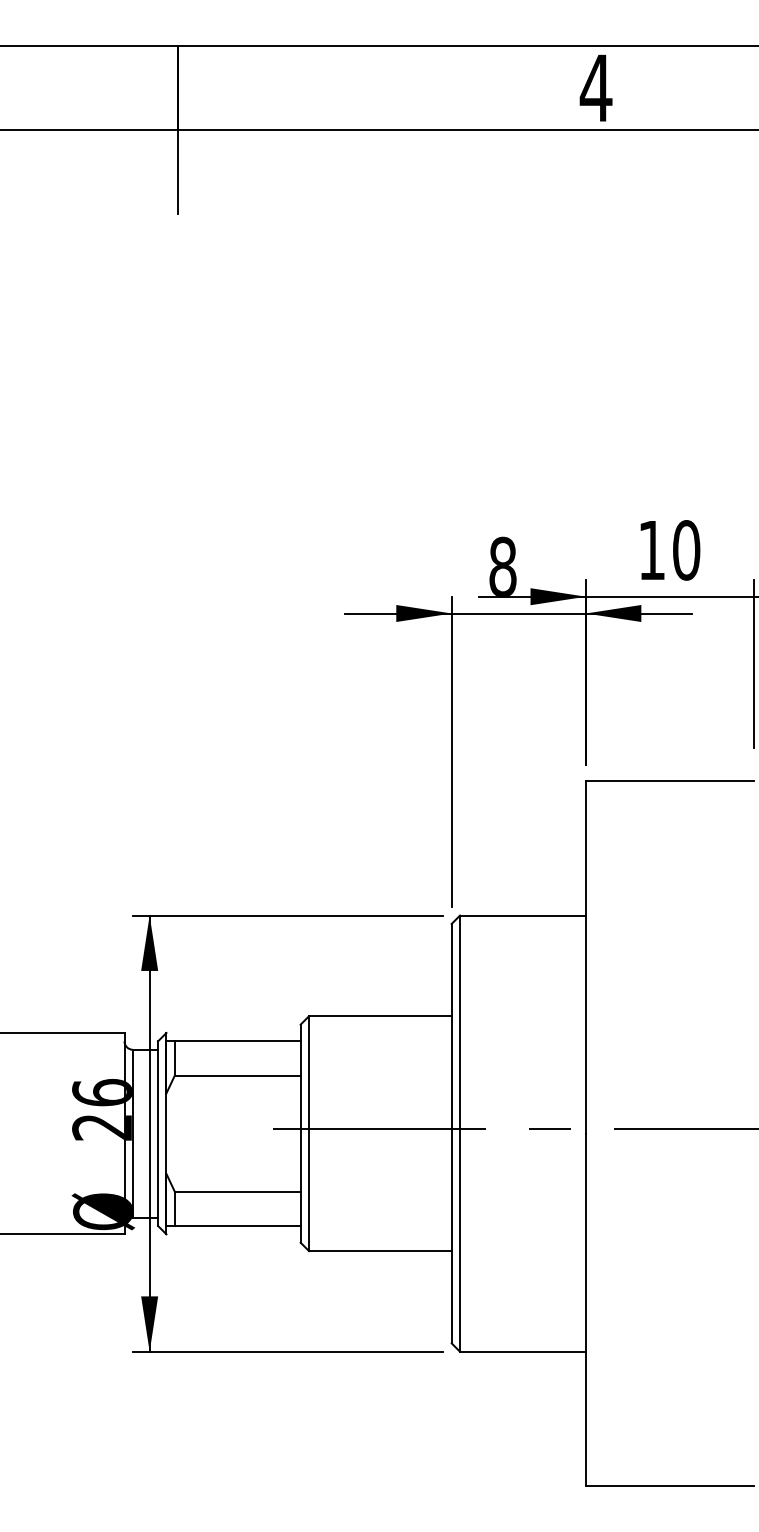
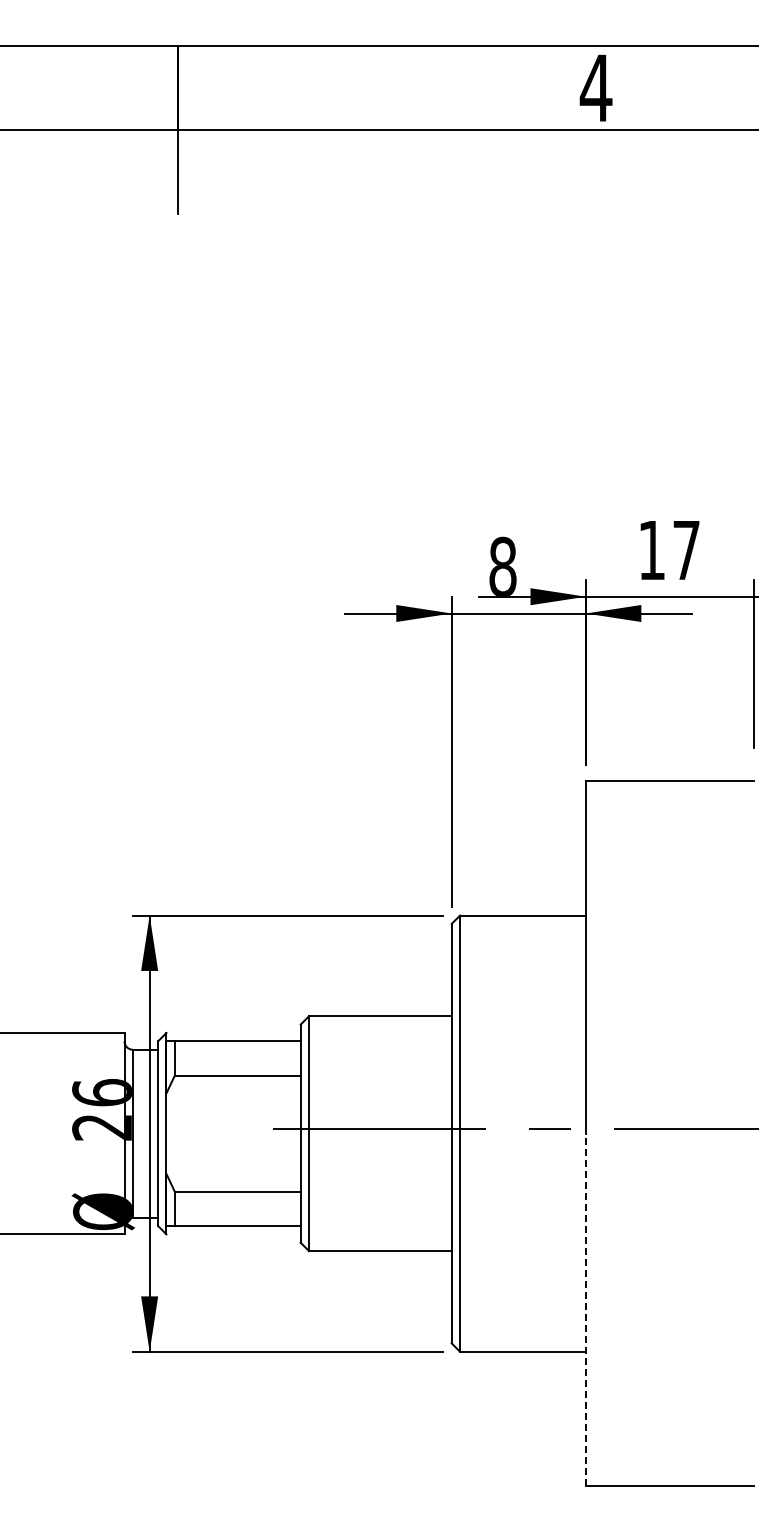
text at (686, 550): 10 -> 17
line at (585, 1309): solid -> dashed
